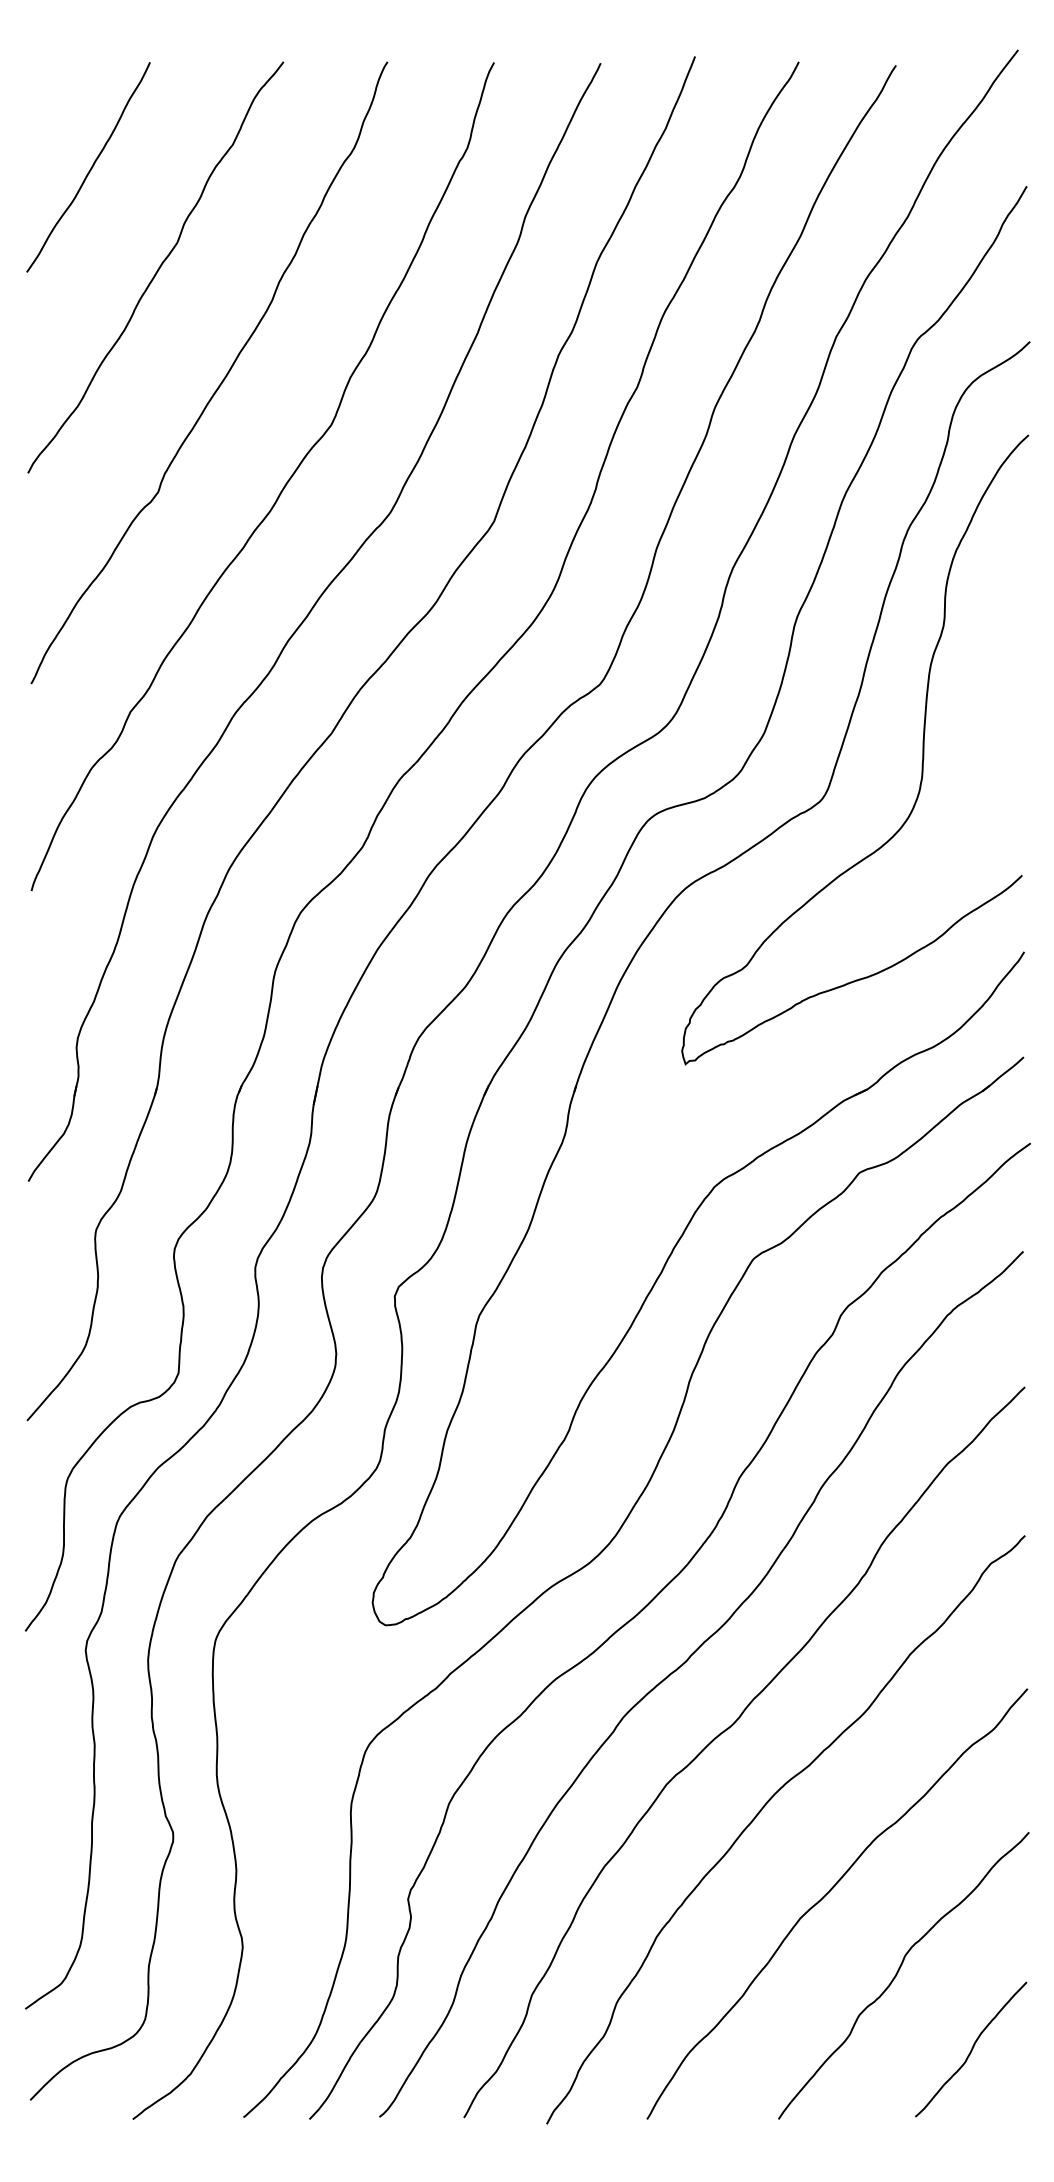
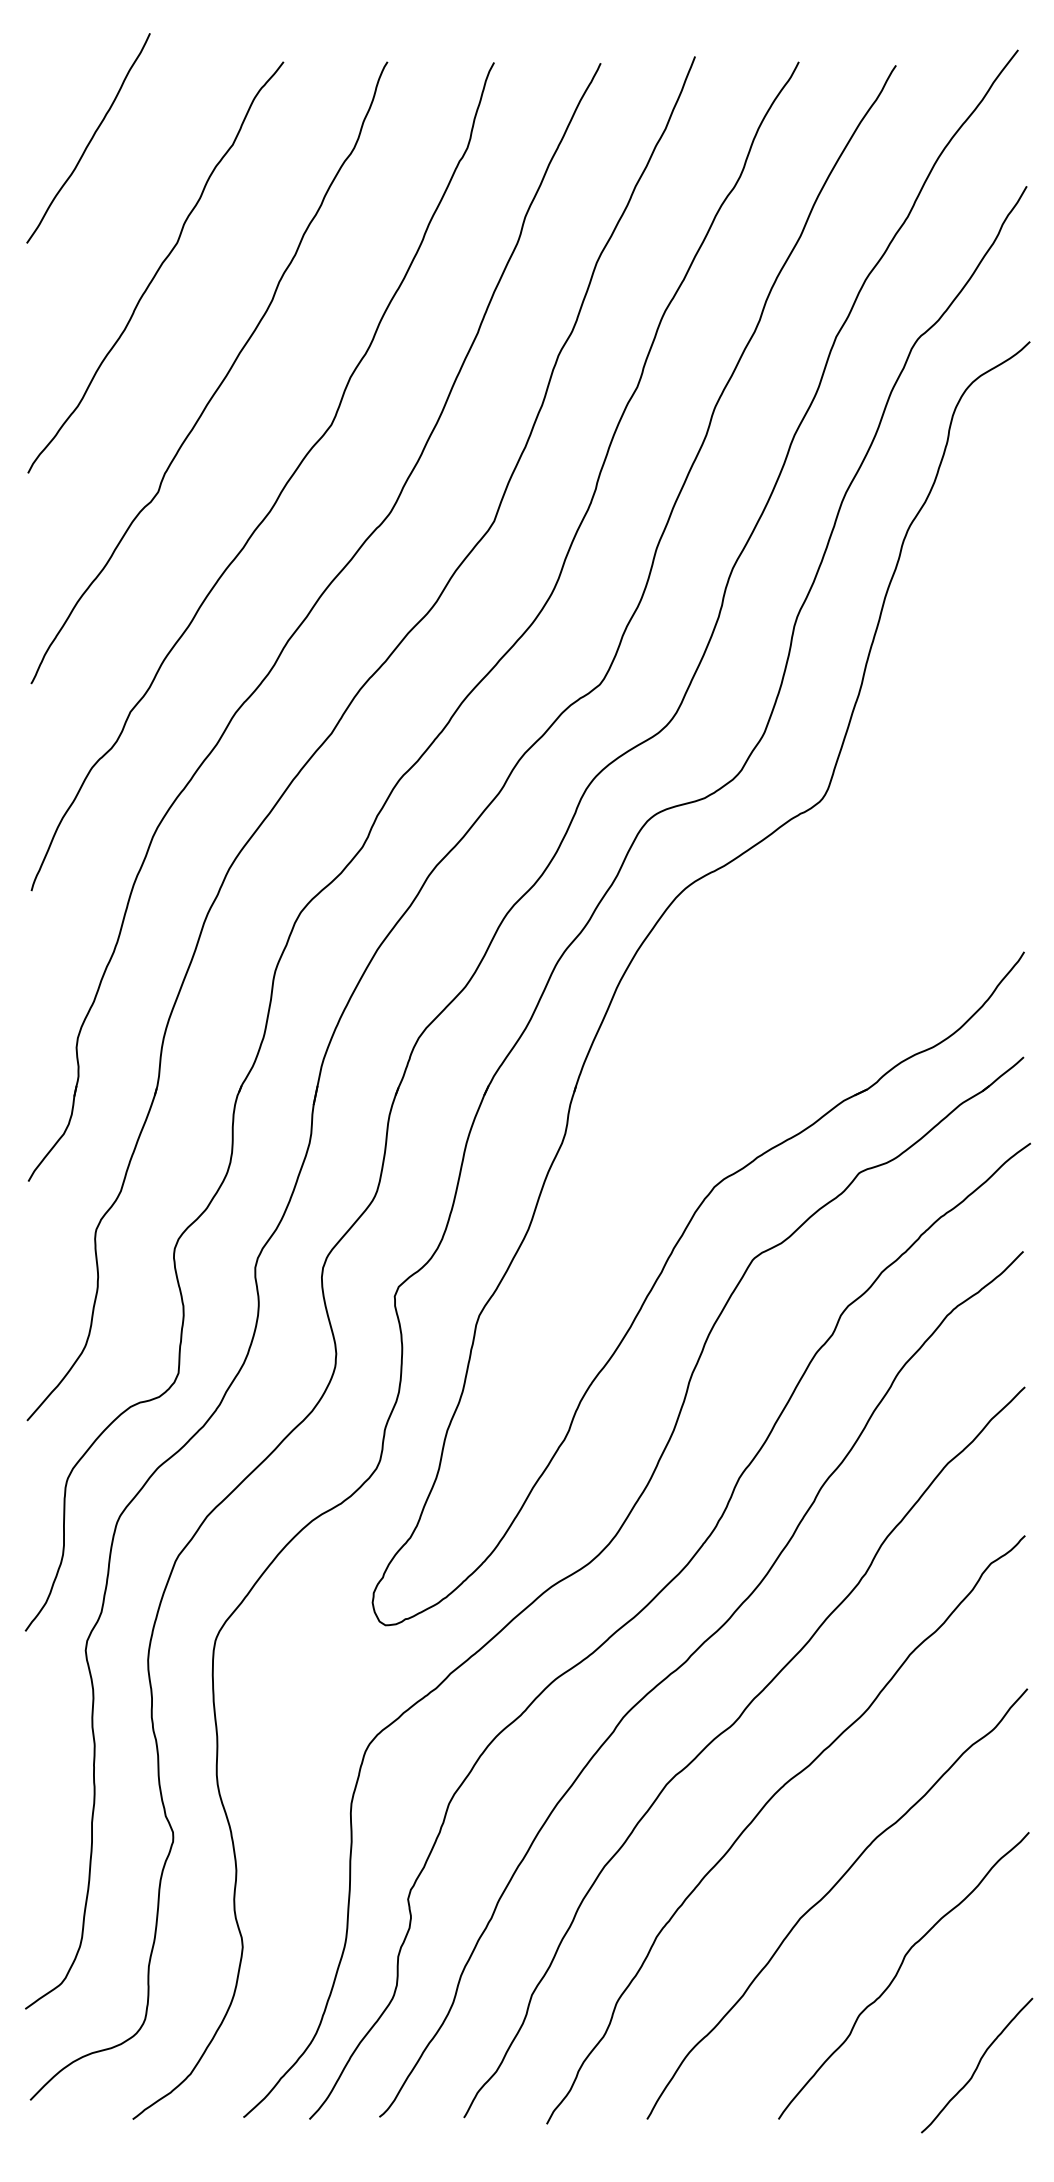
curve at (90, 168) position: (90, 168) -> (90, 139)
curve at (922, 749): present -> none
curve at (971, 2049) position: (971, 2049) -> (977, 2065)
